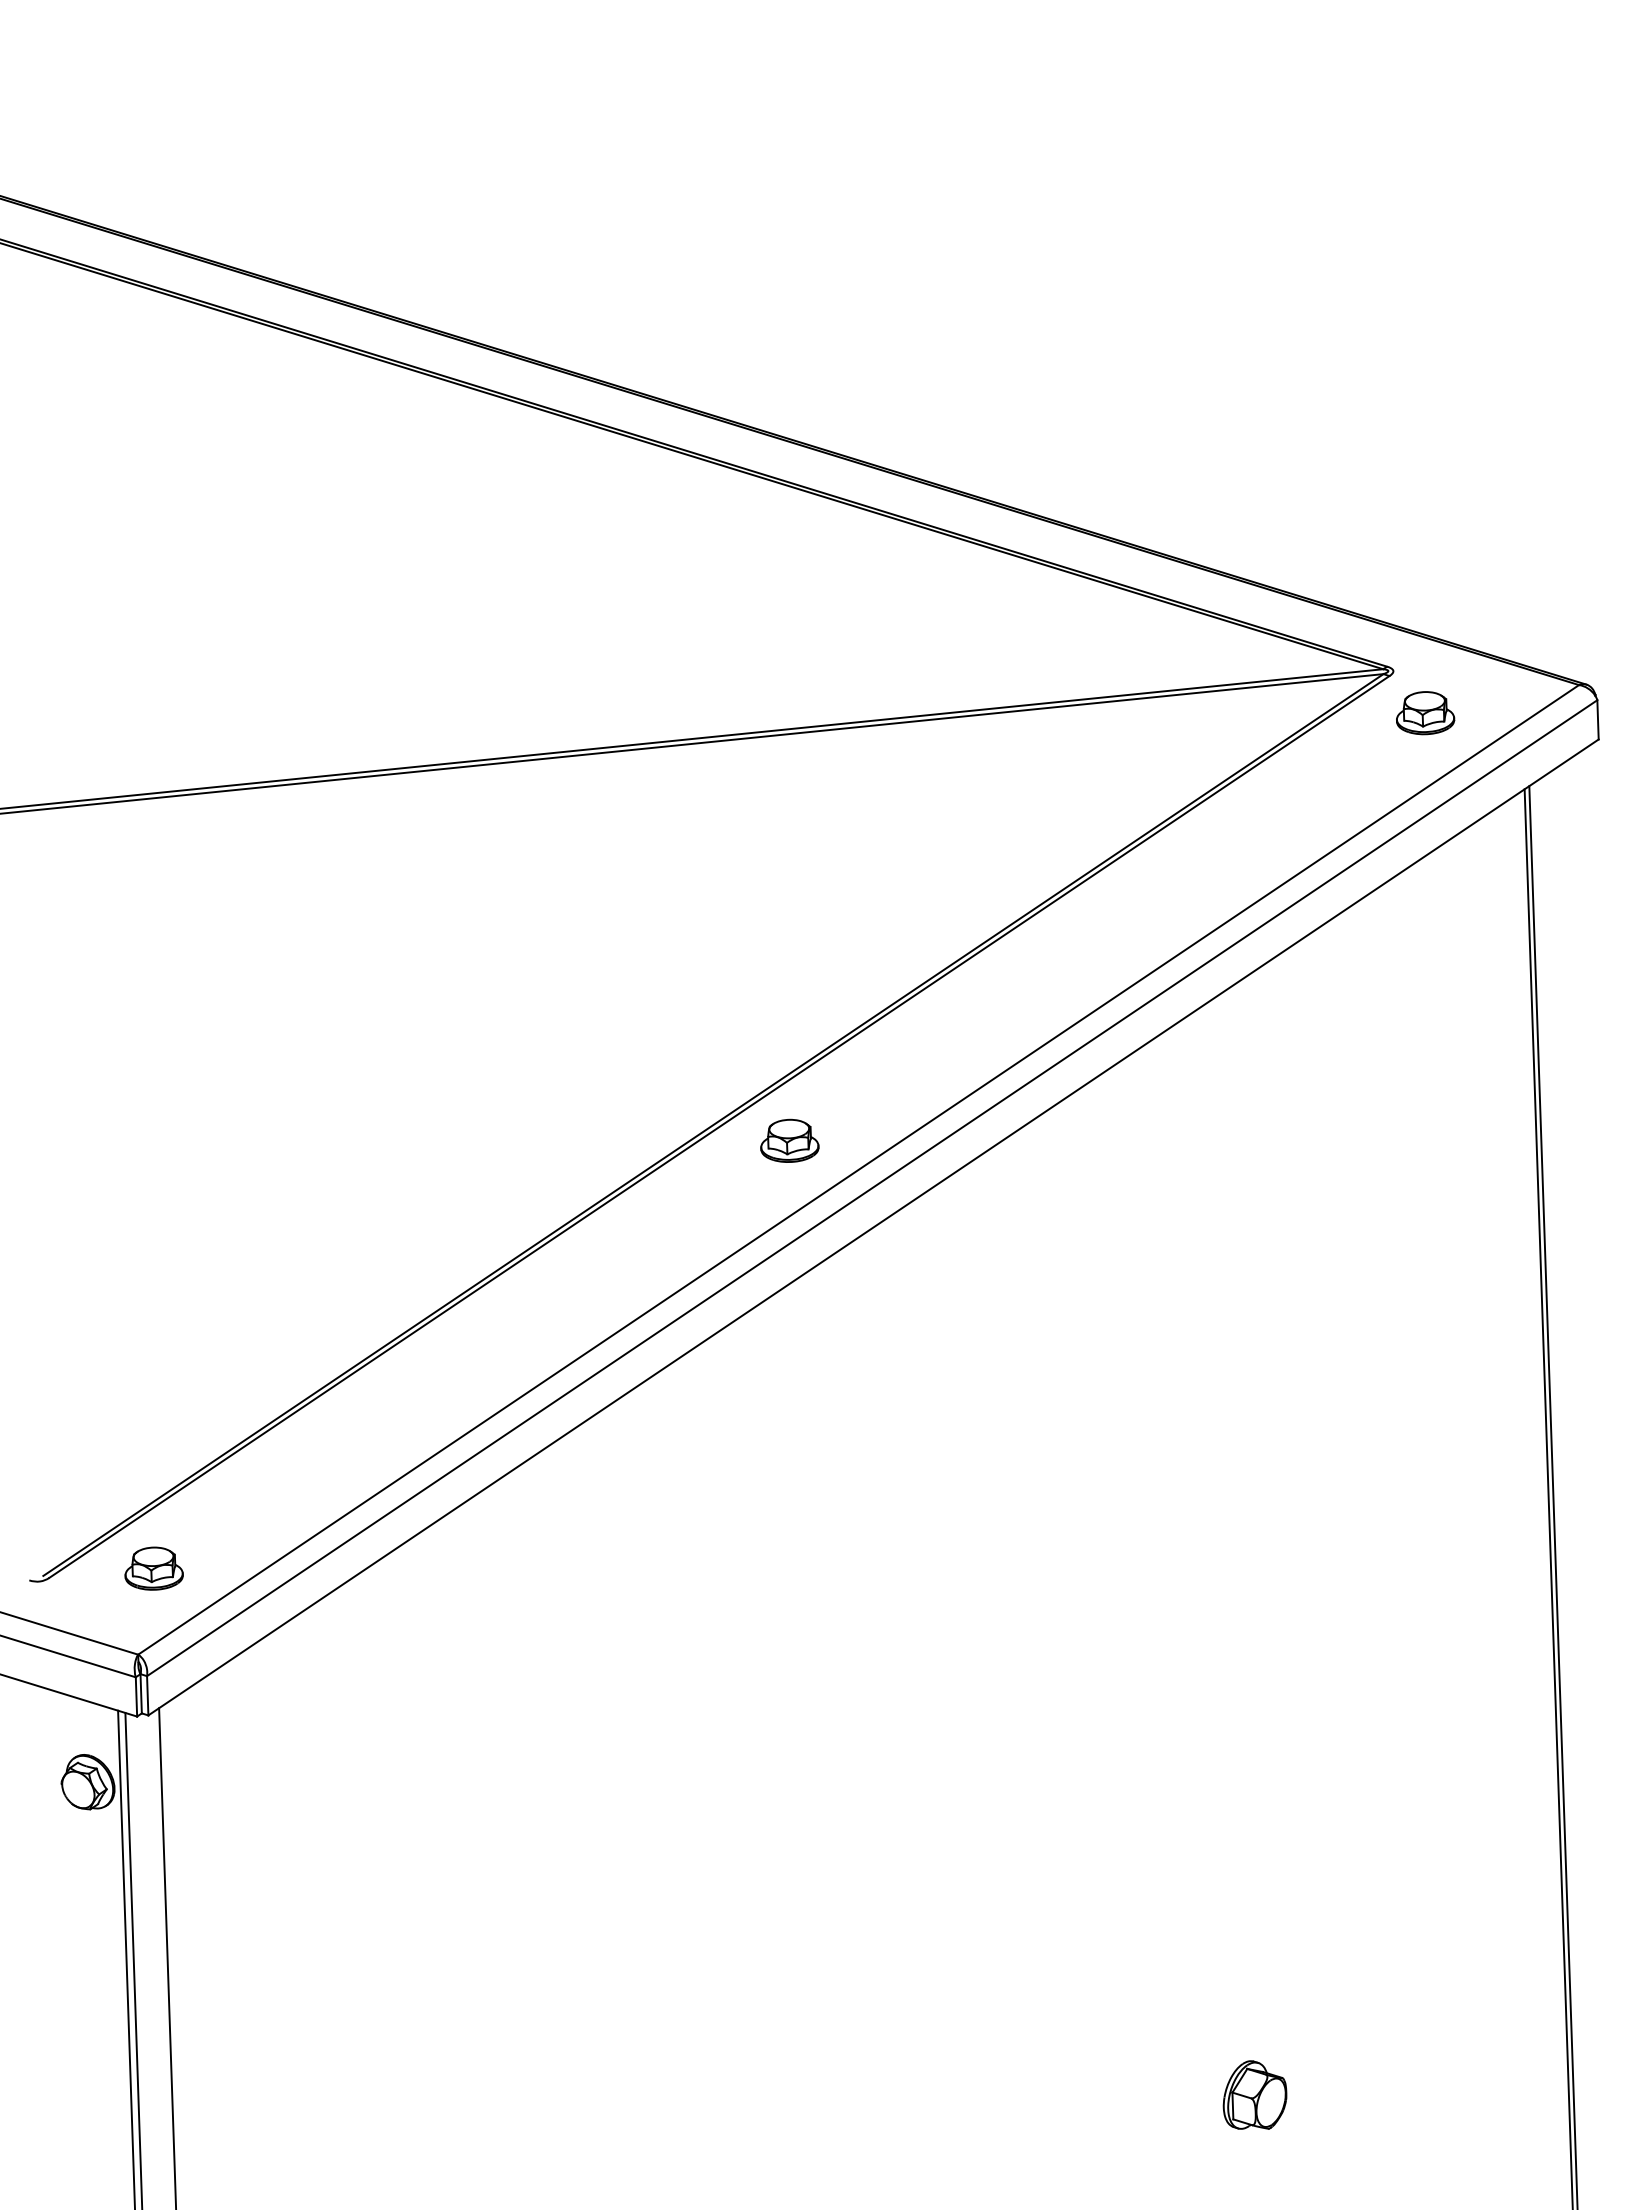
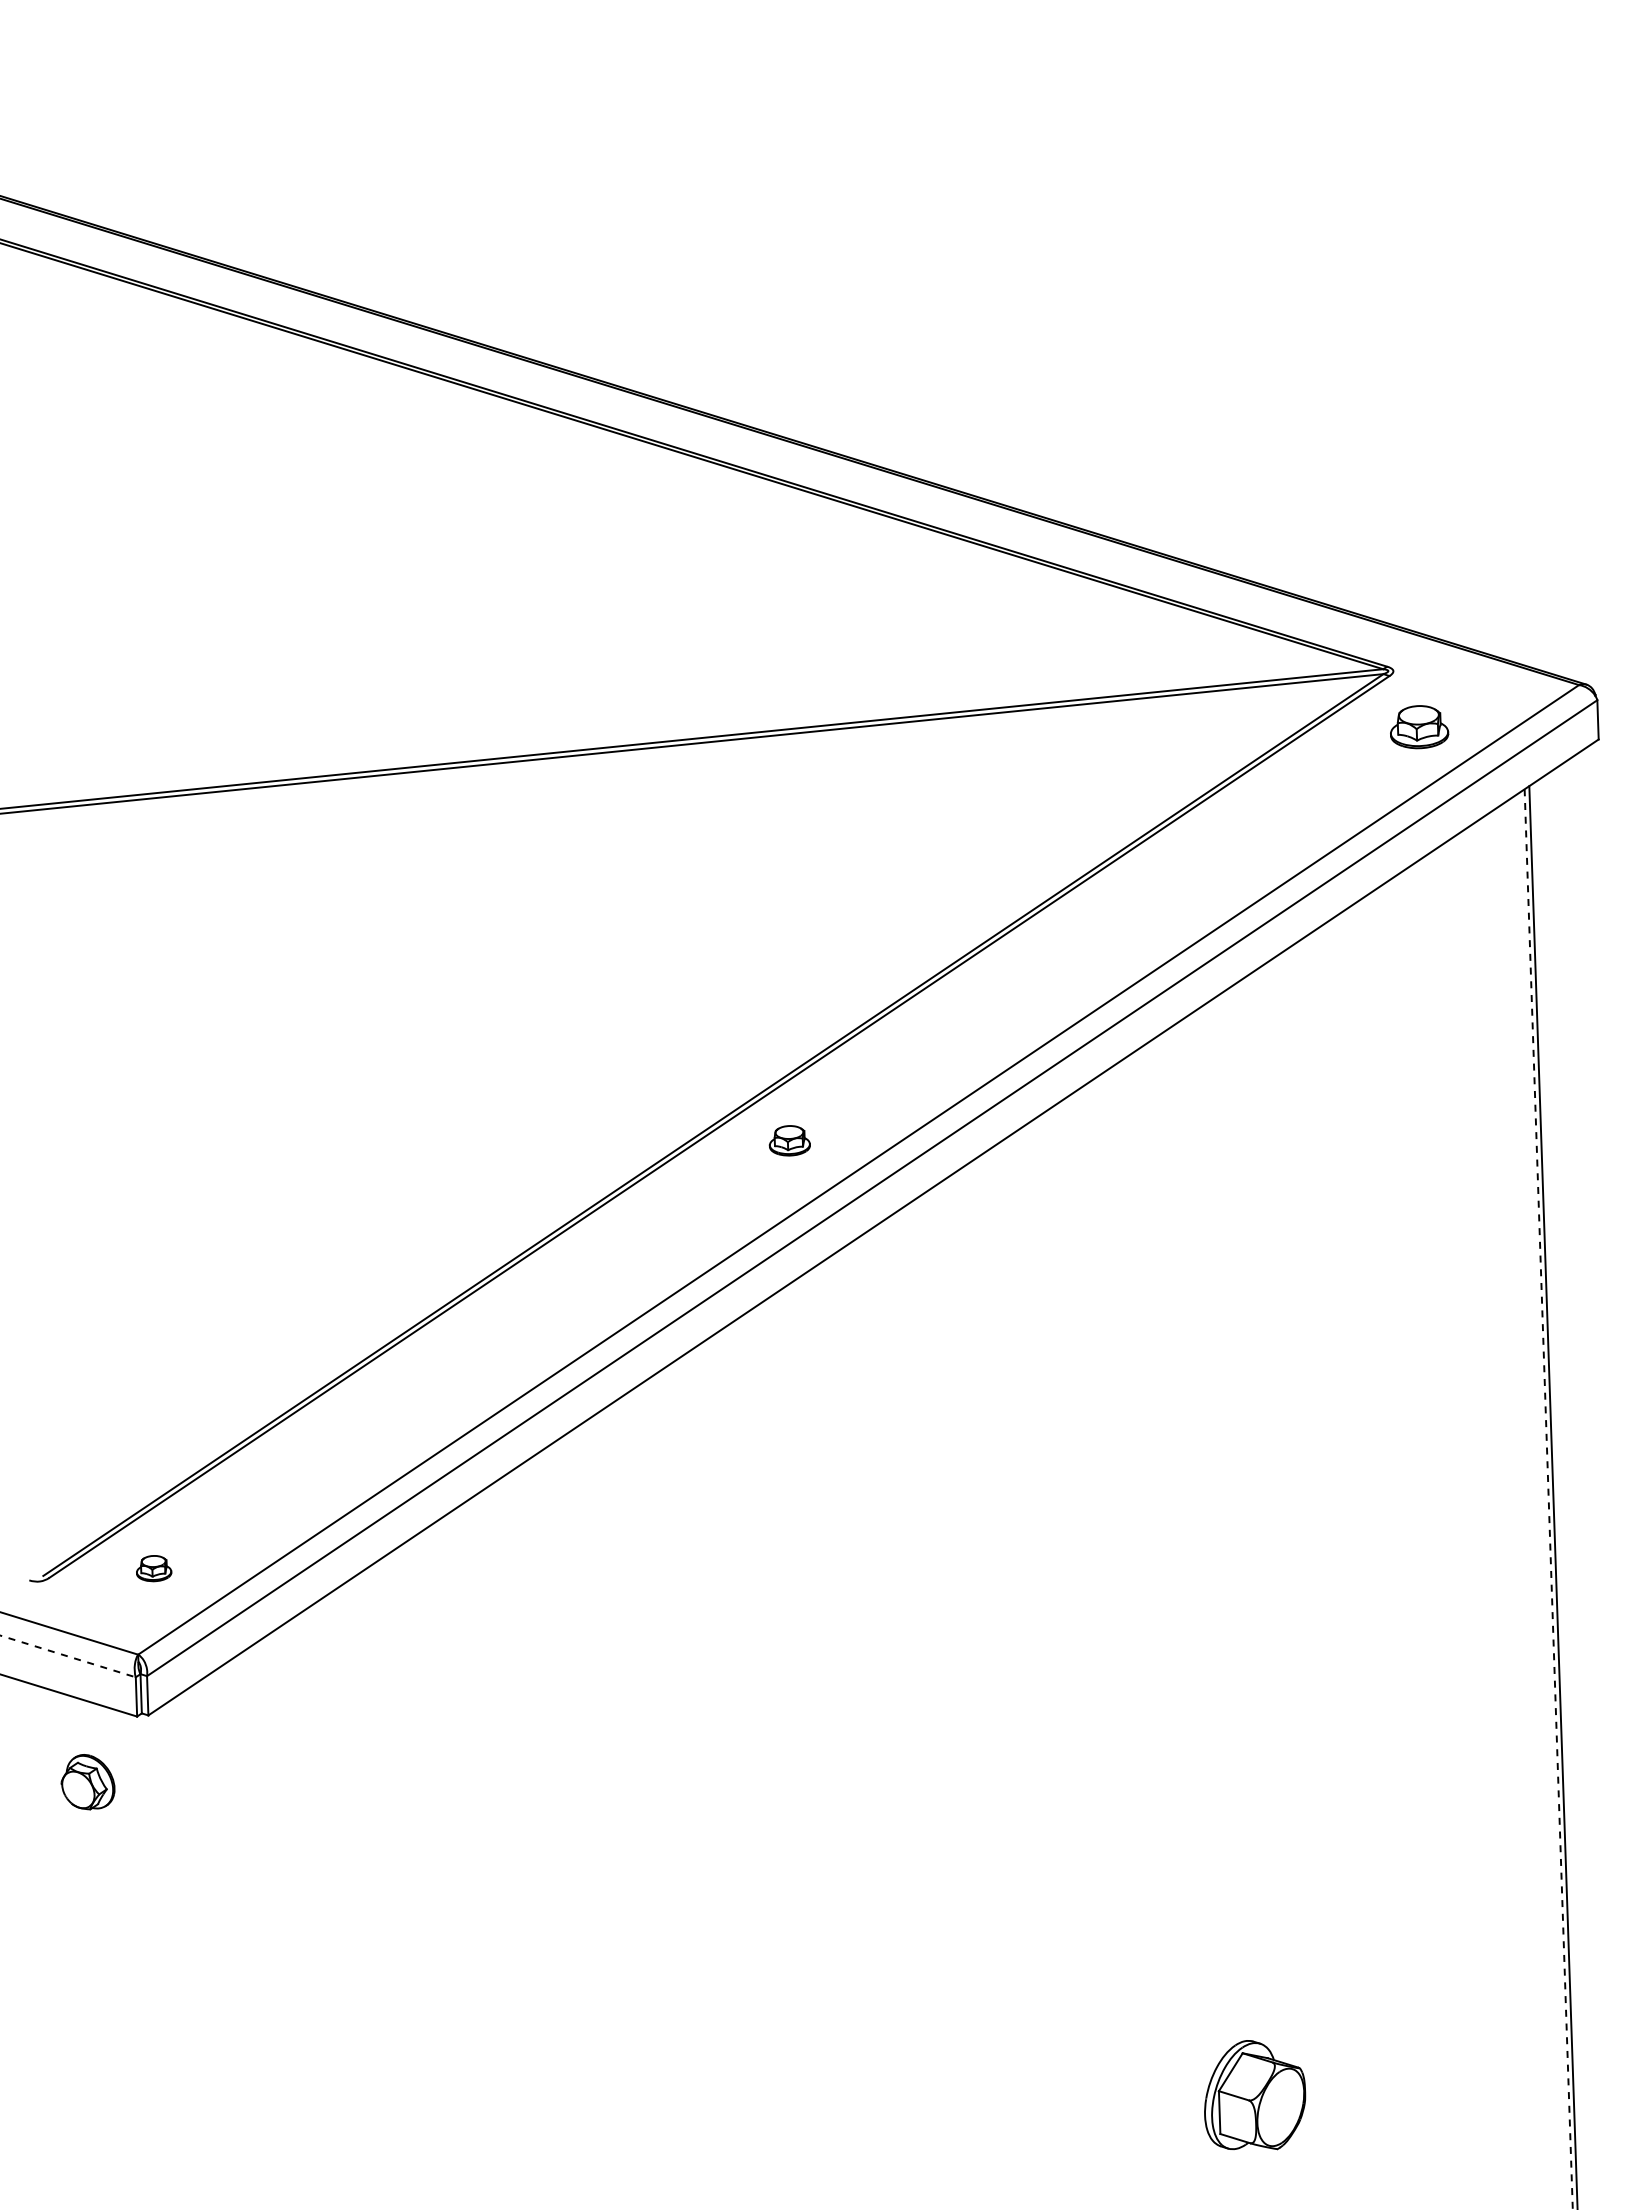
part at (1425, 713) position: (1425, 713) -> (1419, 727)
part at (789, 1140) size: 60x45 px -> 43x32 px
line at (1548, 1499): solid -> dashed
part at (153, 1568) size: 60x45 px -> 37x28 px
line at (67, 1656): solid -> dashed
line at (167, 1957): present -> none
line at (126, 1958): present -> none
line at (133, 1959): present -> none
part at (1254, 2094) size: 66x70 px -> 103x111 px
